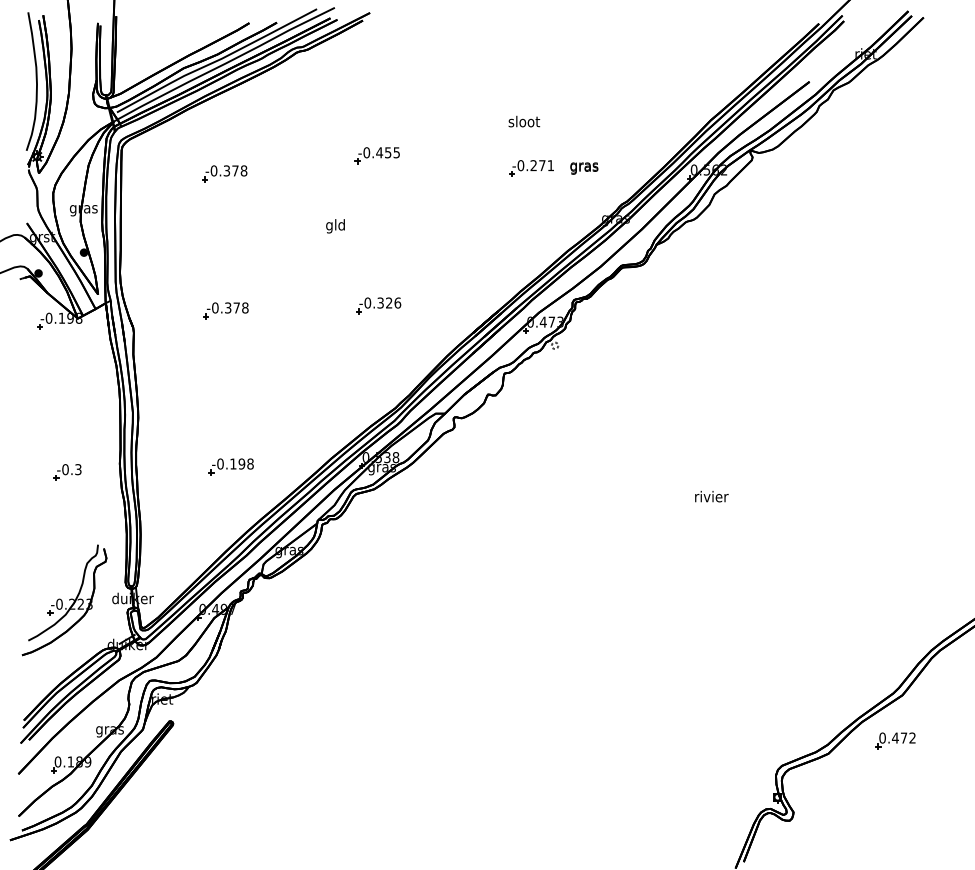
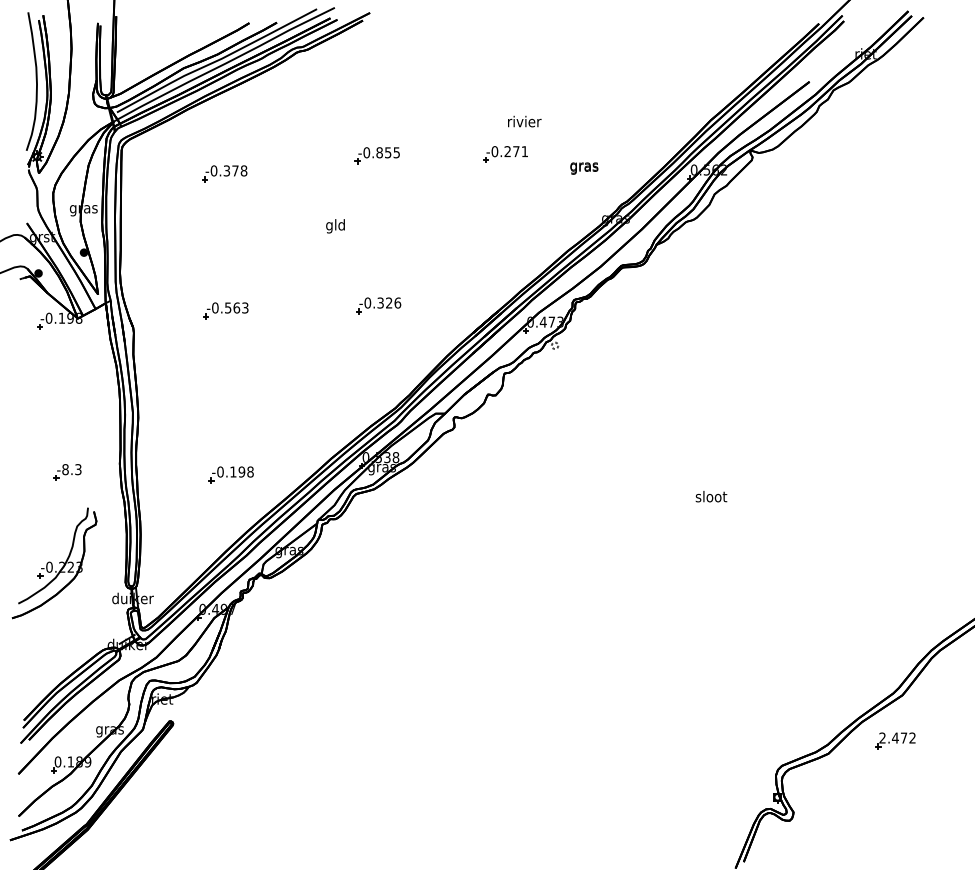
text at (524, 121): sloot -> rivier
text at (379, 152): -0.455 -> -0.855
part at (531, 168) position: (531, 168) -> (505, 154)
text at (236, 307): -0.378 -> -0.563
part at (230, 466) position: (230, 466) -> (230, 474)
text at (65, 469): -0.3 -> -8.3
text at (711, 496): rivier -> sloot
part at (64, 600) position: (64, 600) -> (54, 563)
text at (882, 737): 0.472 -> 2.472
